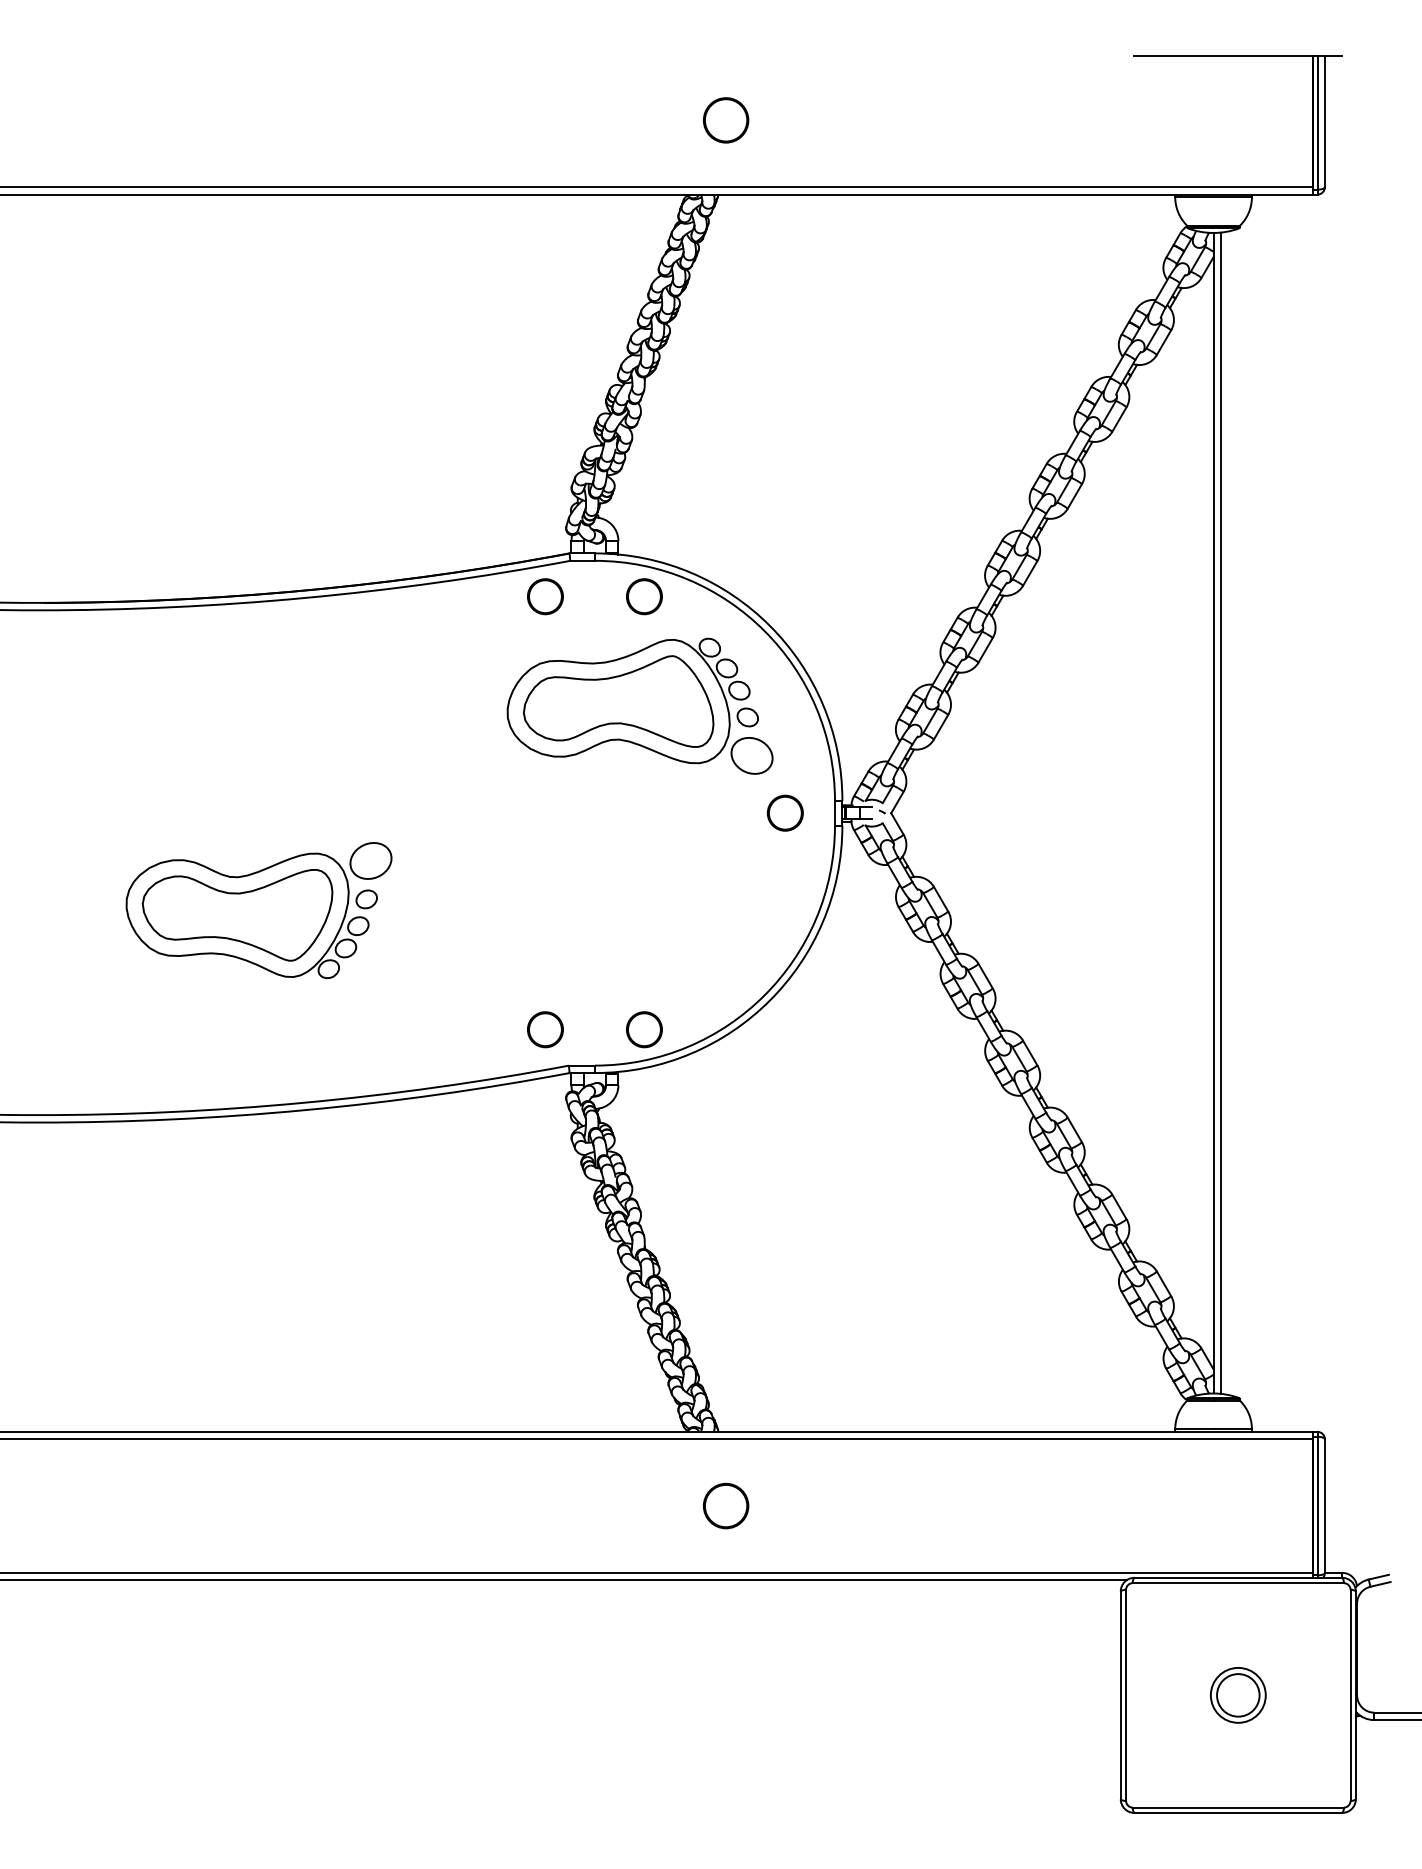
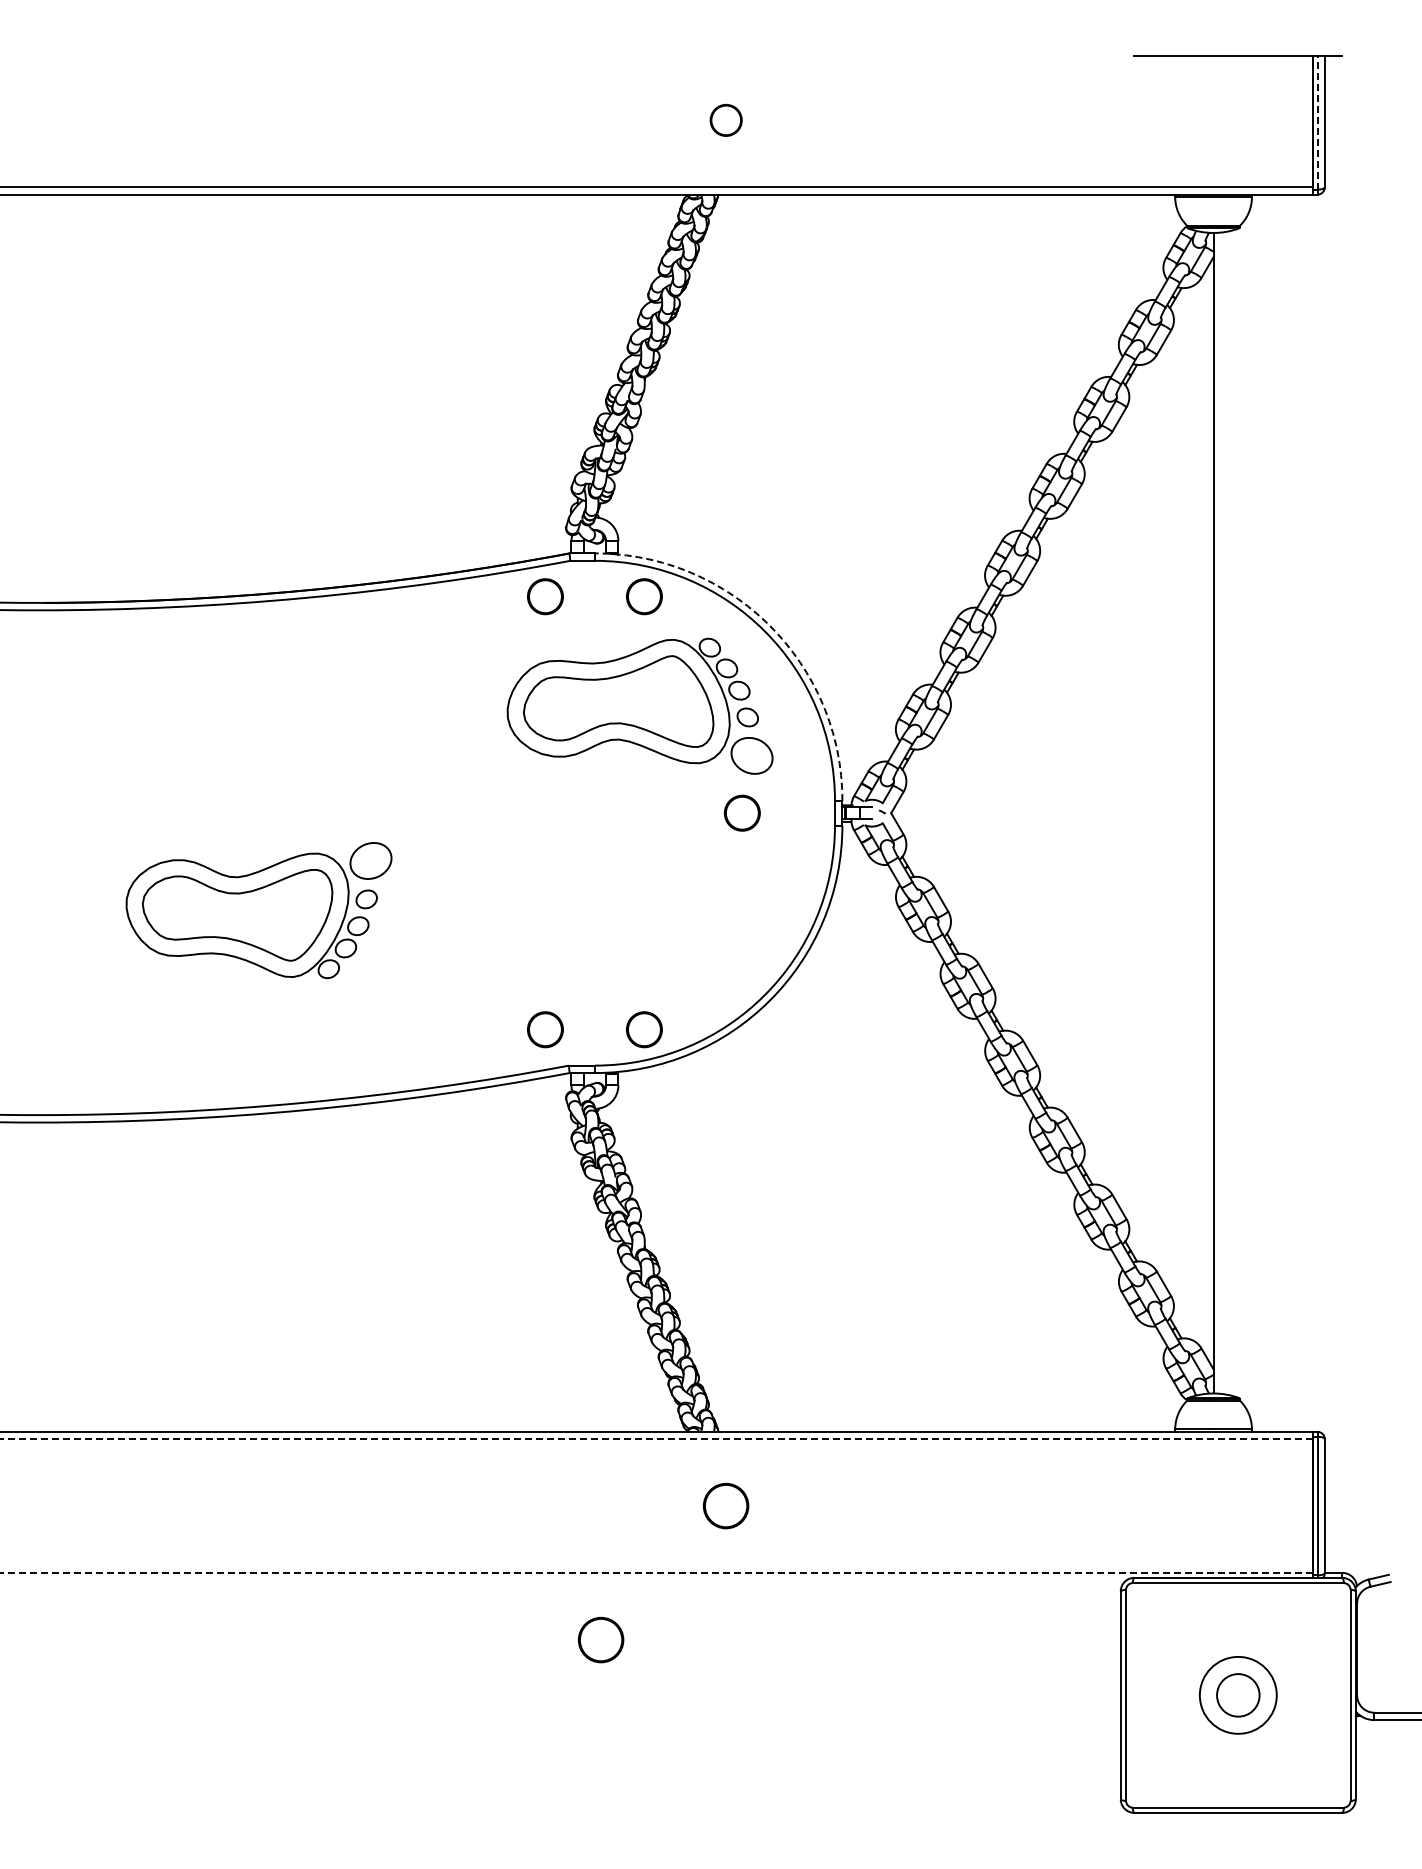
circle at (726, 120) size: 47x47 px -> 34x34 px
line at (1317, 122): solid -> dashed
arc at (769, 625): solid -> dashed
part at (784, 812) position: (784, 812) -> (741, 812)
line at (1220, 812): present -> none
line at (656, 1439): solid -> dashed
line at (656, 1572): solid -> dashed
line at (564, 1580): present -> none
part at (601, 1639): none -> present
circle at (1237, 1694) diameter: 55 px -> 77 px
